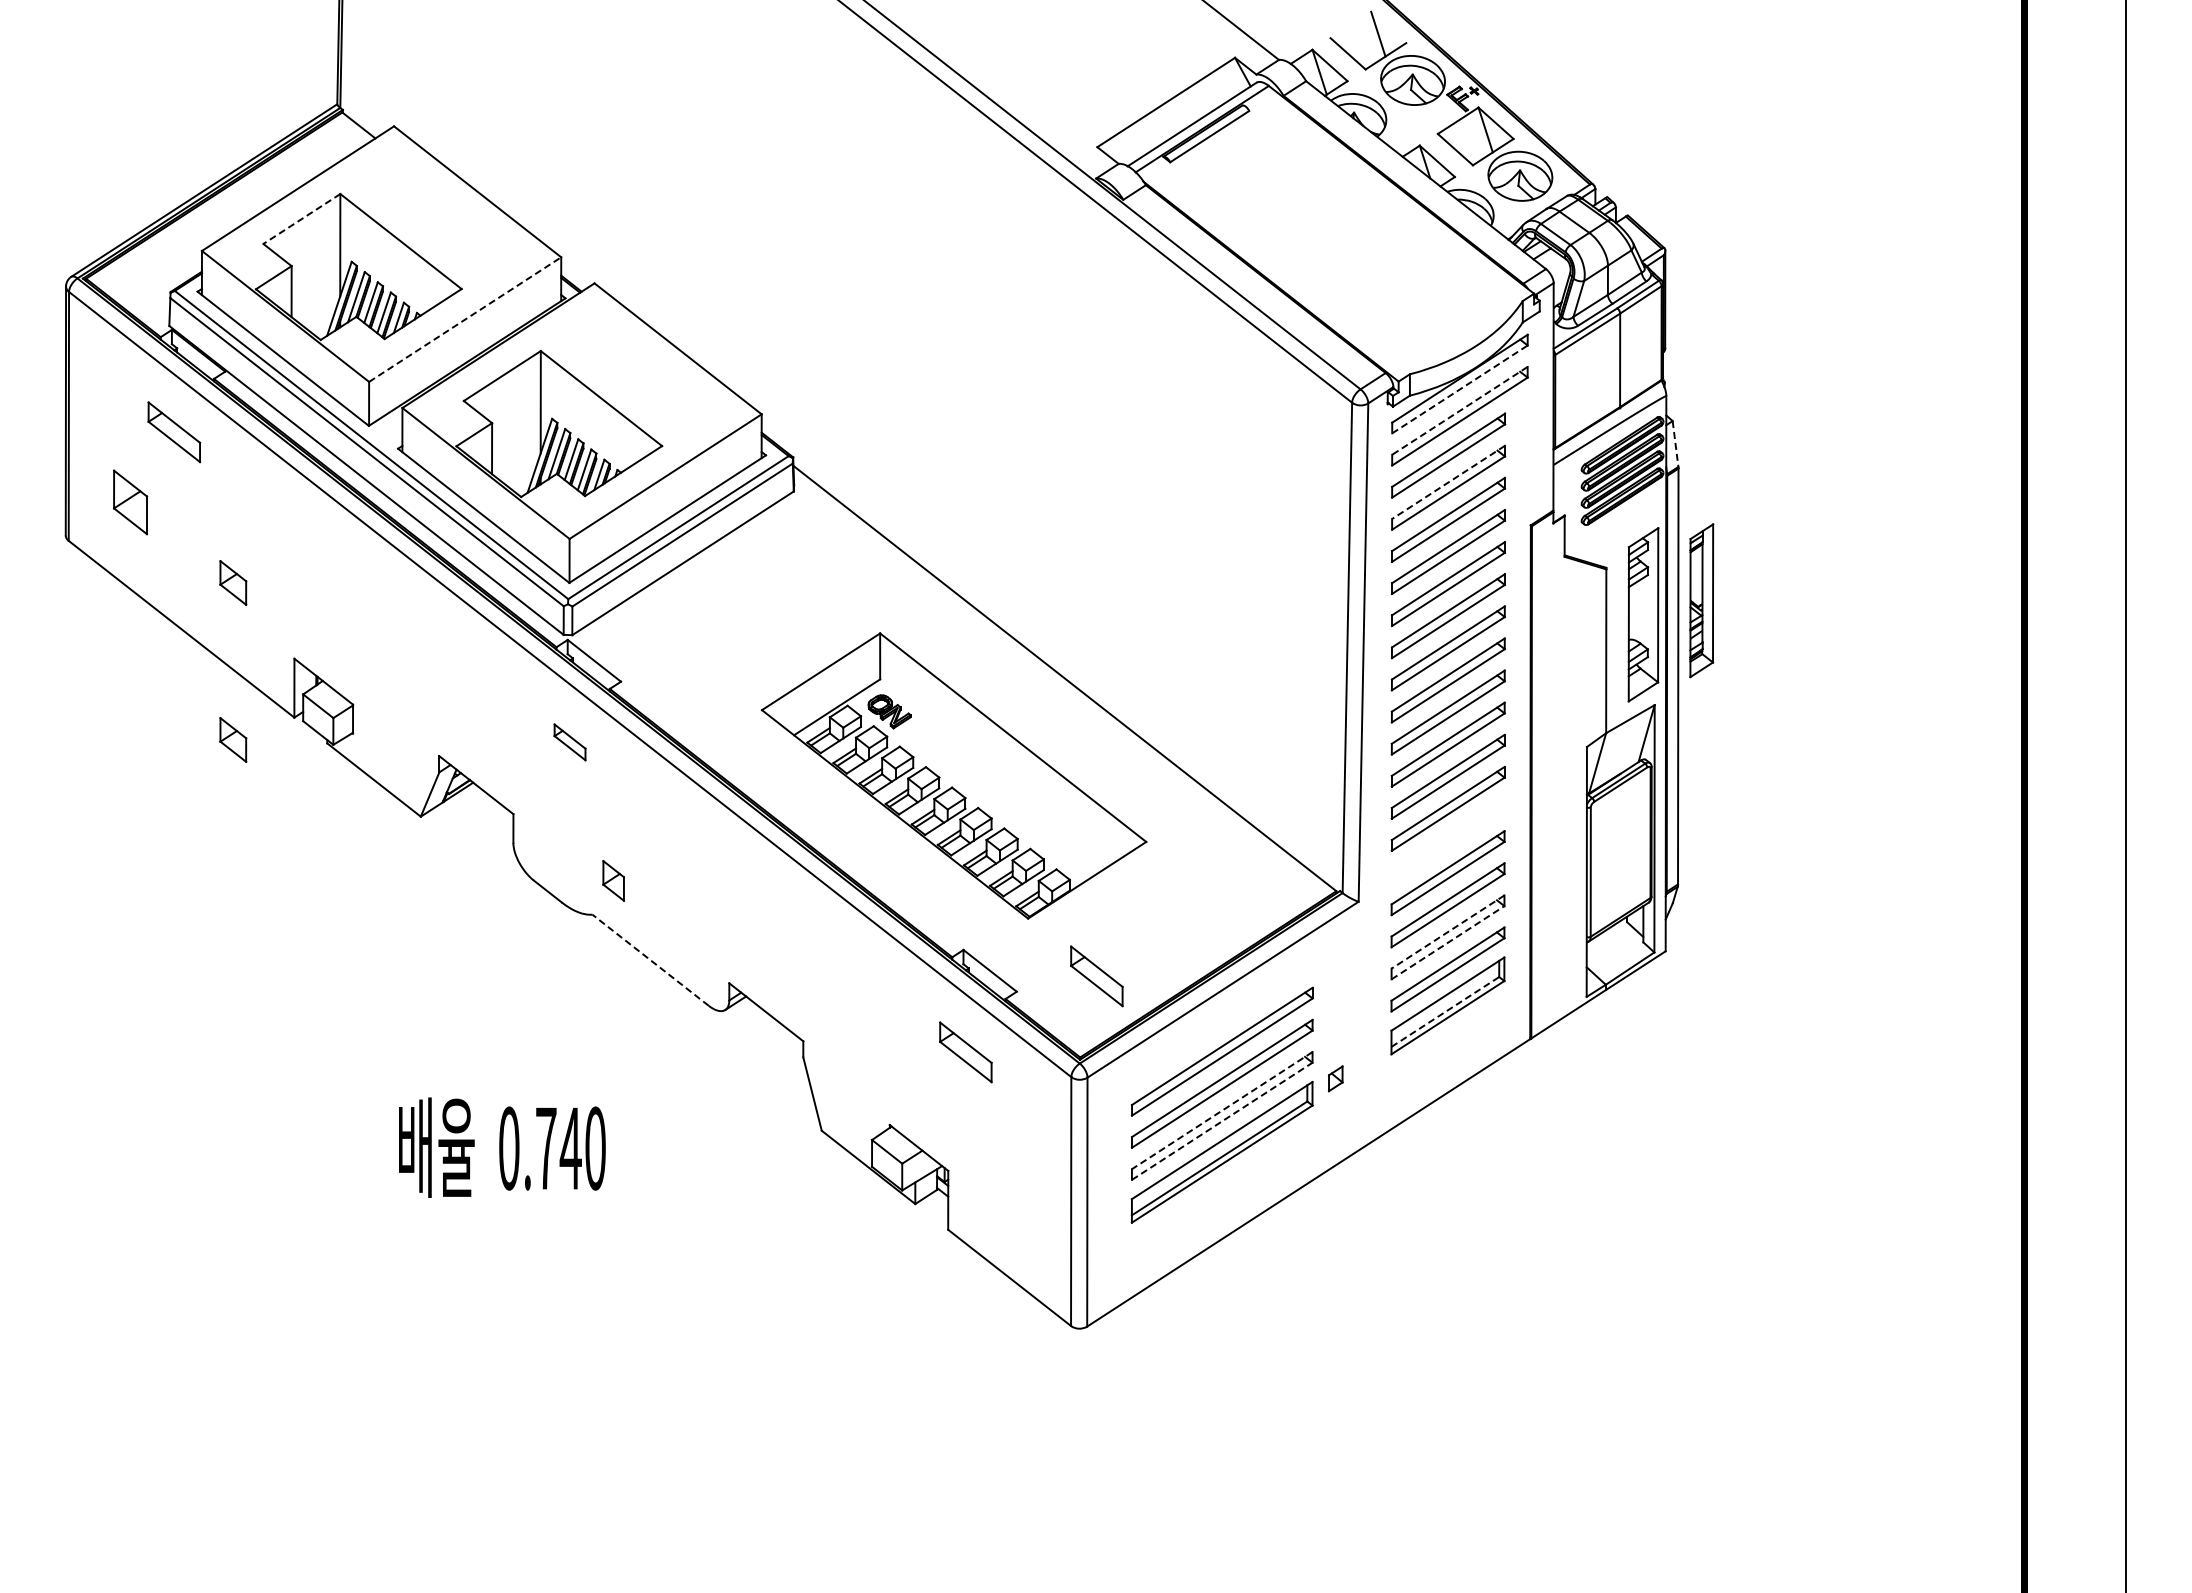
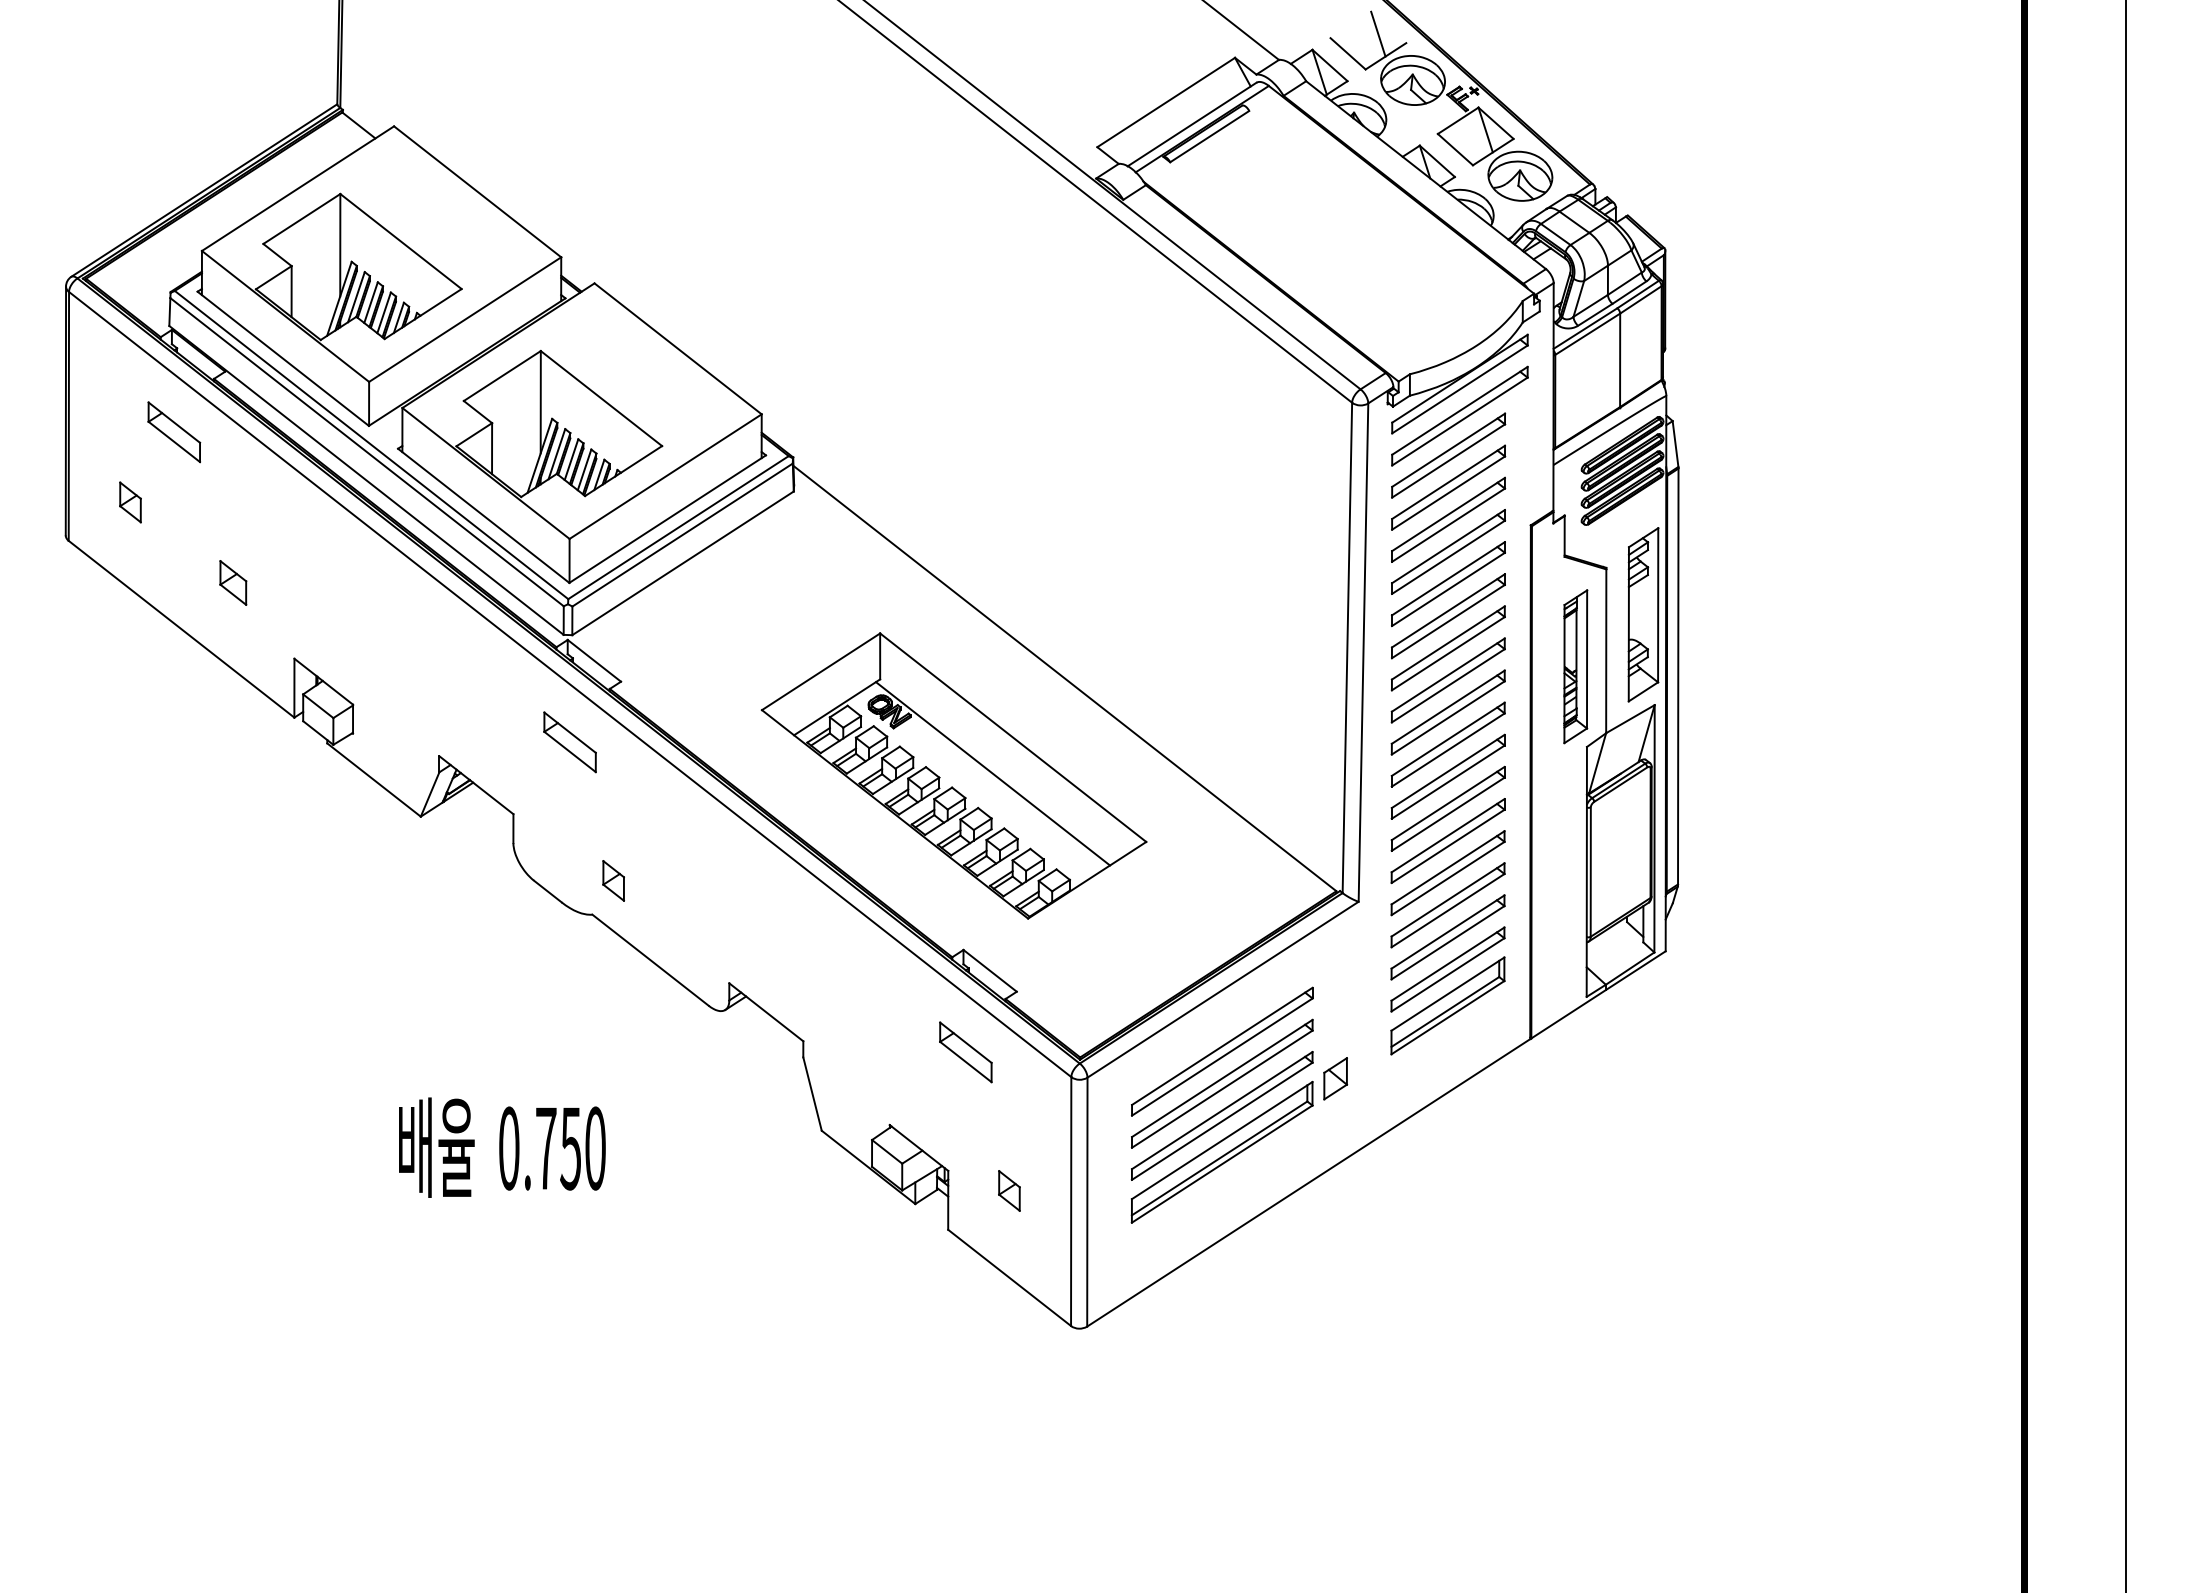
line at (301, 219): dashed -> solid
line at (465, 319): dashed -> solid
line at (1459, 389): dashed -> solid
line at (1459, 410): dashed -> solid
line at (1675, 444): dashed -> solid
line at (1448, 482): dashed -> solid
part at (130, 502) size: 37x67 px -> 23x43 px
part at (1701, 600) position: (1701, 600) -> (1575, 666)
part at (233, 739): present -> none
part at (569, 742) size: 34x39 px -> 54x63 px
line at (992, 773): none -> present
part at (1447, 840): none -> present
line at (1447, 932): dashed -> solid
line at (1448, 942): dashed -> solid
line at (650, 960): dashed -> solid
part at (1096, 976): present -> none
line at (1445, 1011): dashed -> solid
part at (1335, 1078) size: 16x28 px -> 26x44 px
line at (1222, 1110): dashed -> solid
line at (1222, 1121): dashed -> solid
text at (570, 1148): 0.740 -> 0.750
part at (1009, 1190): none -> present
